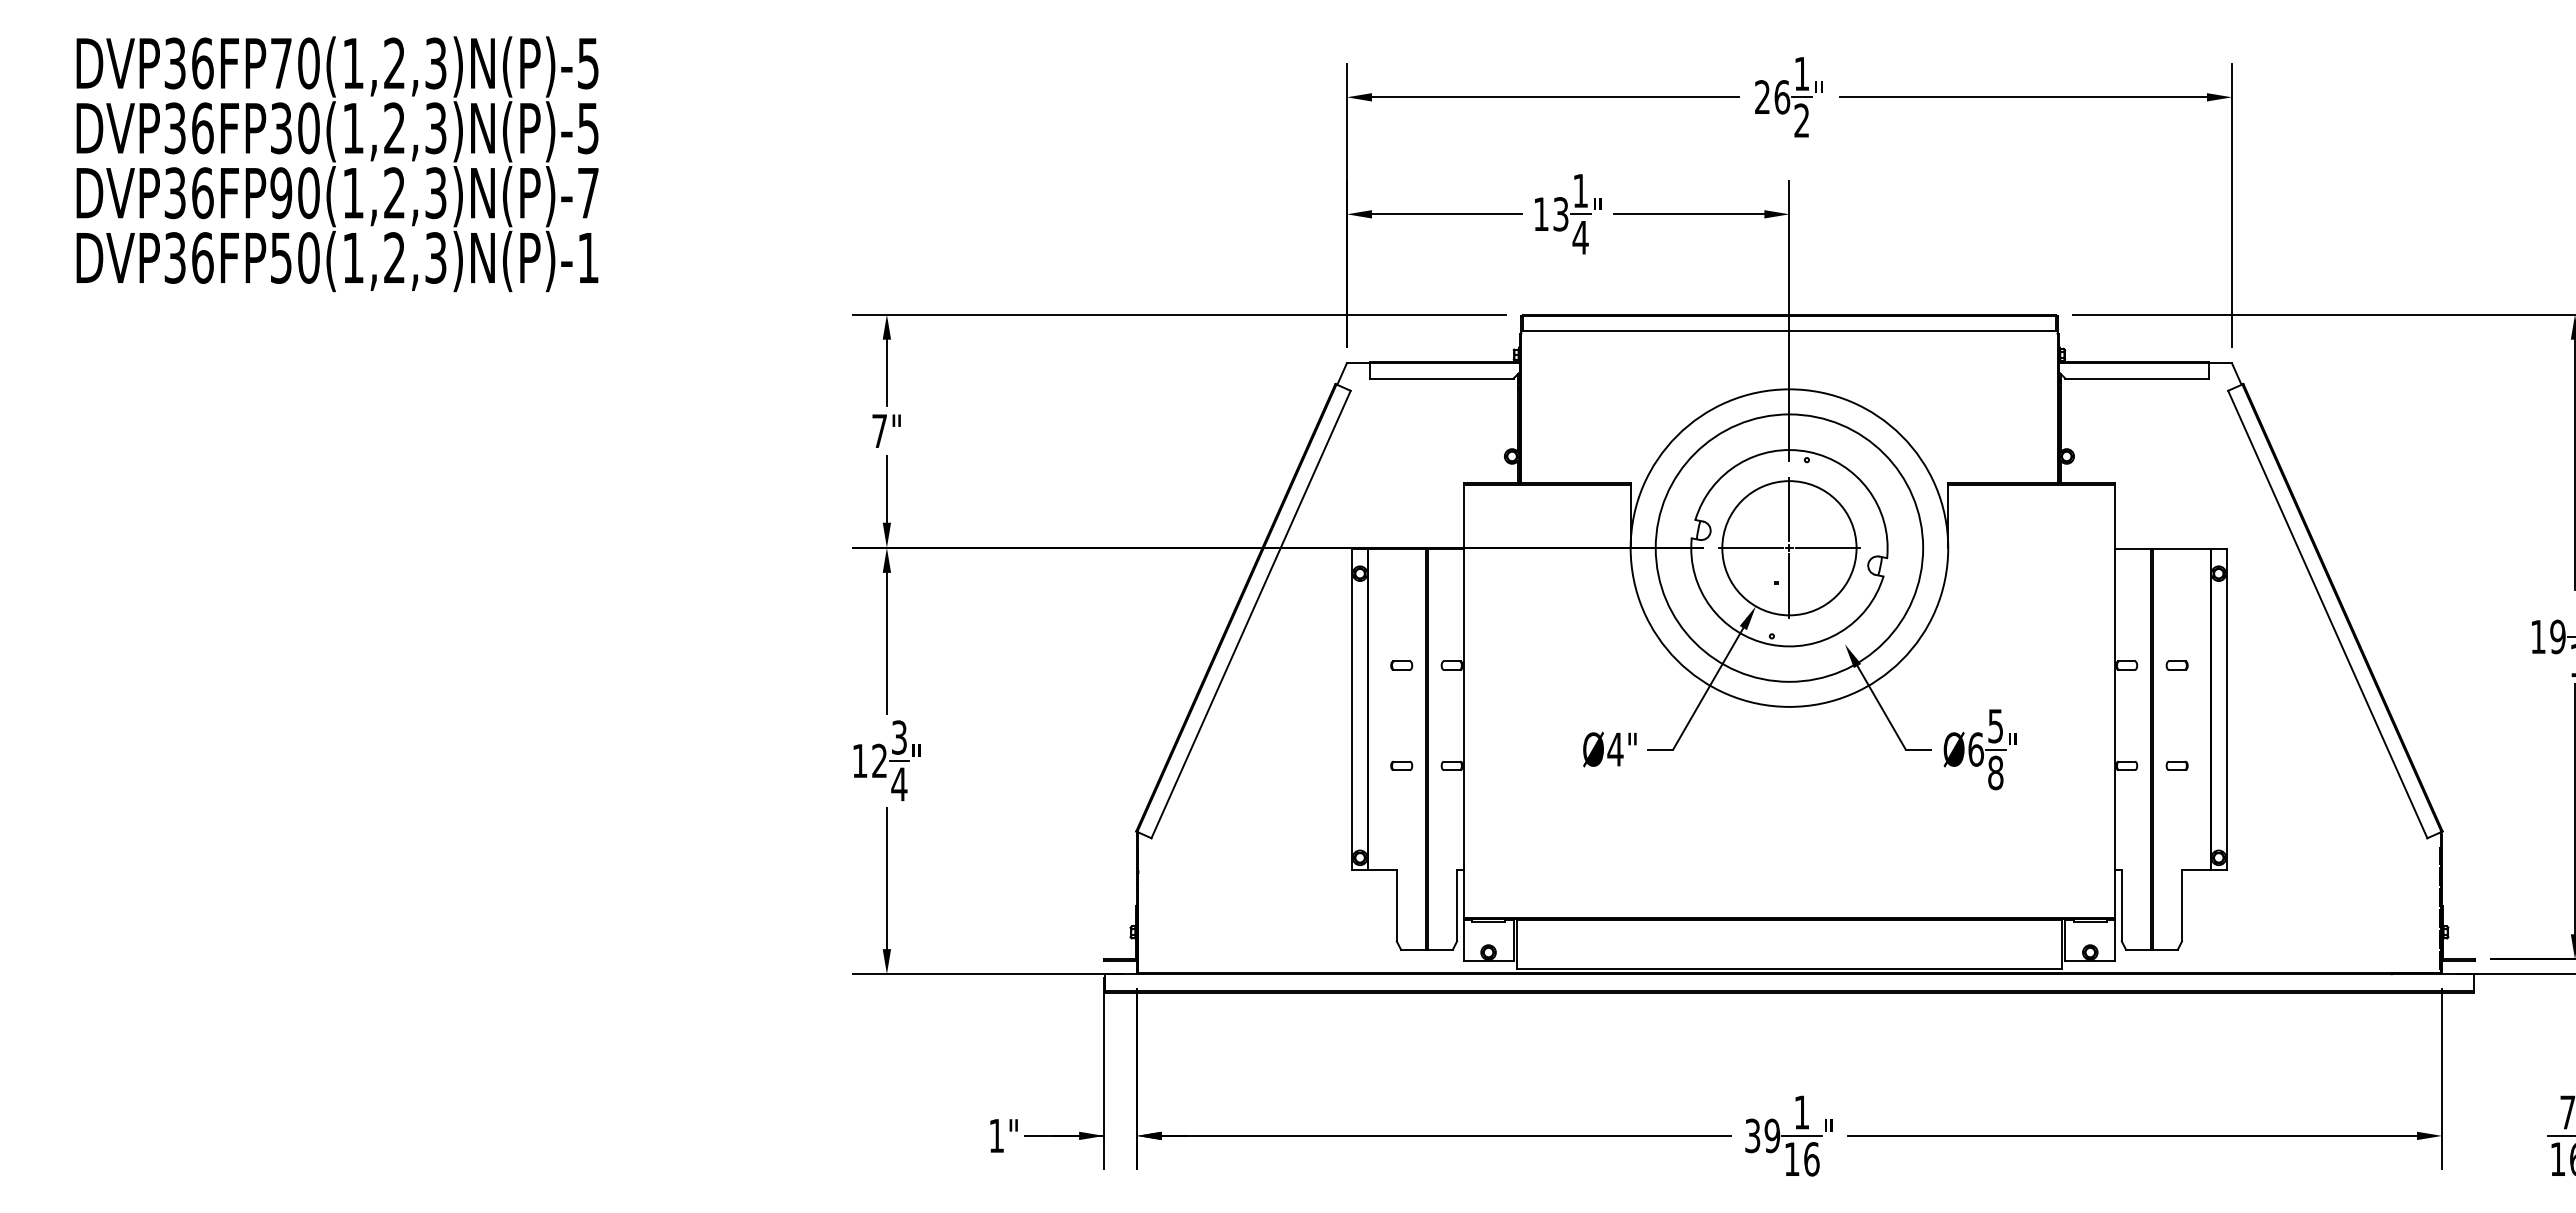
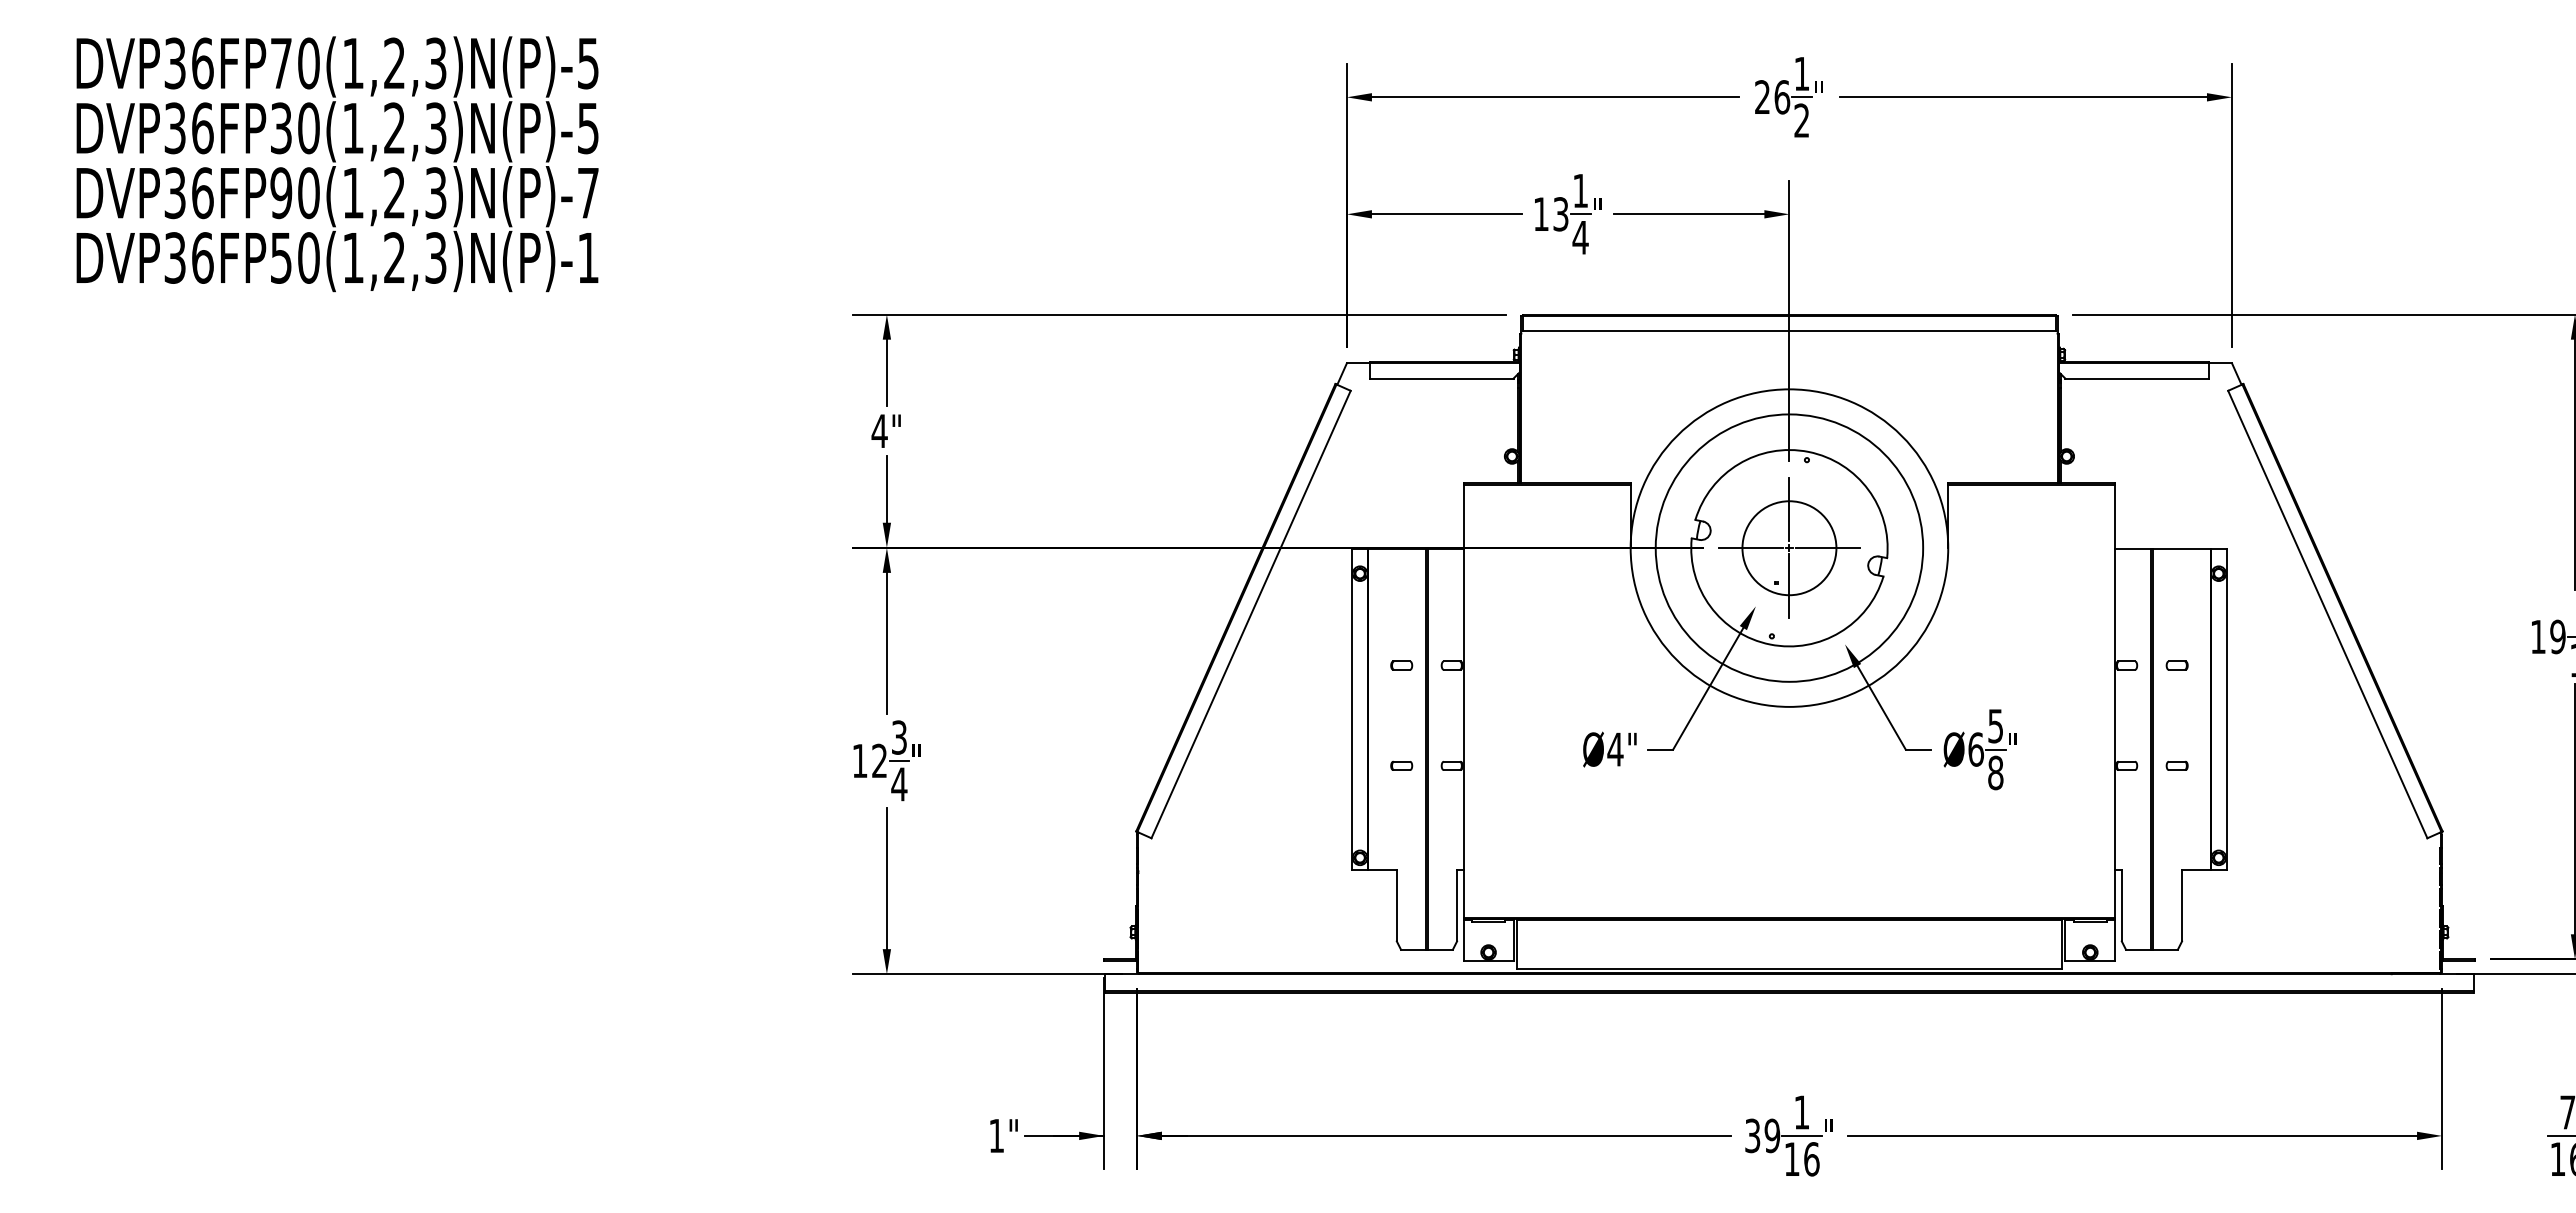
text at (879, 430): 7" -> 4"
circle at (1789, 548) diameter: 134 px -> 94 px
